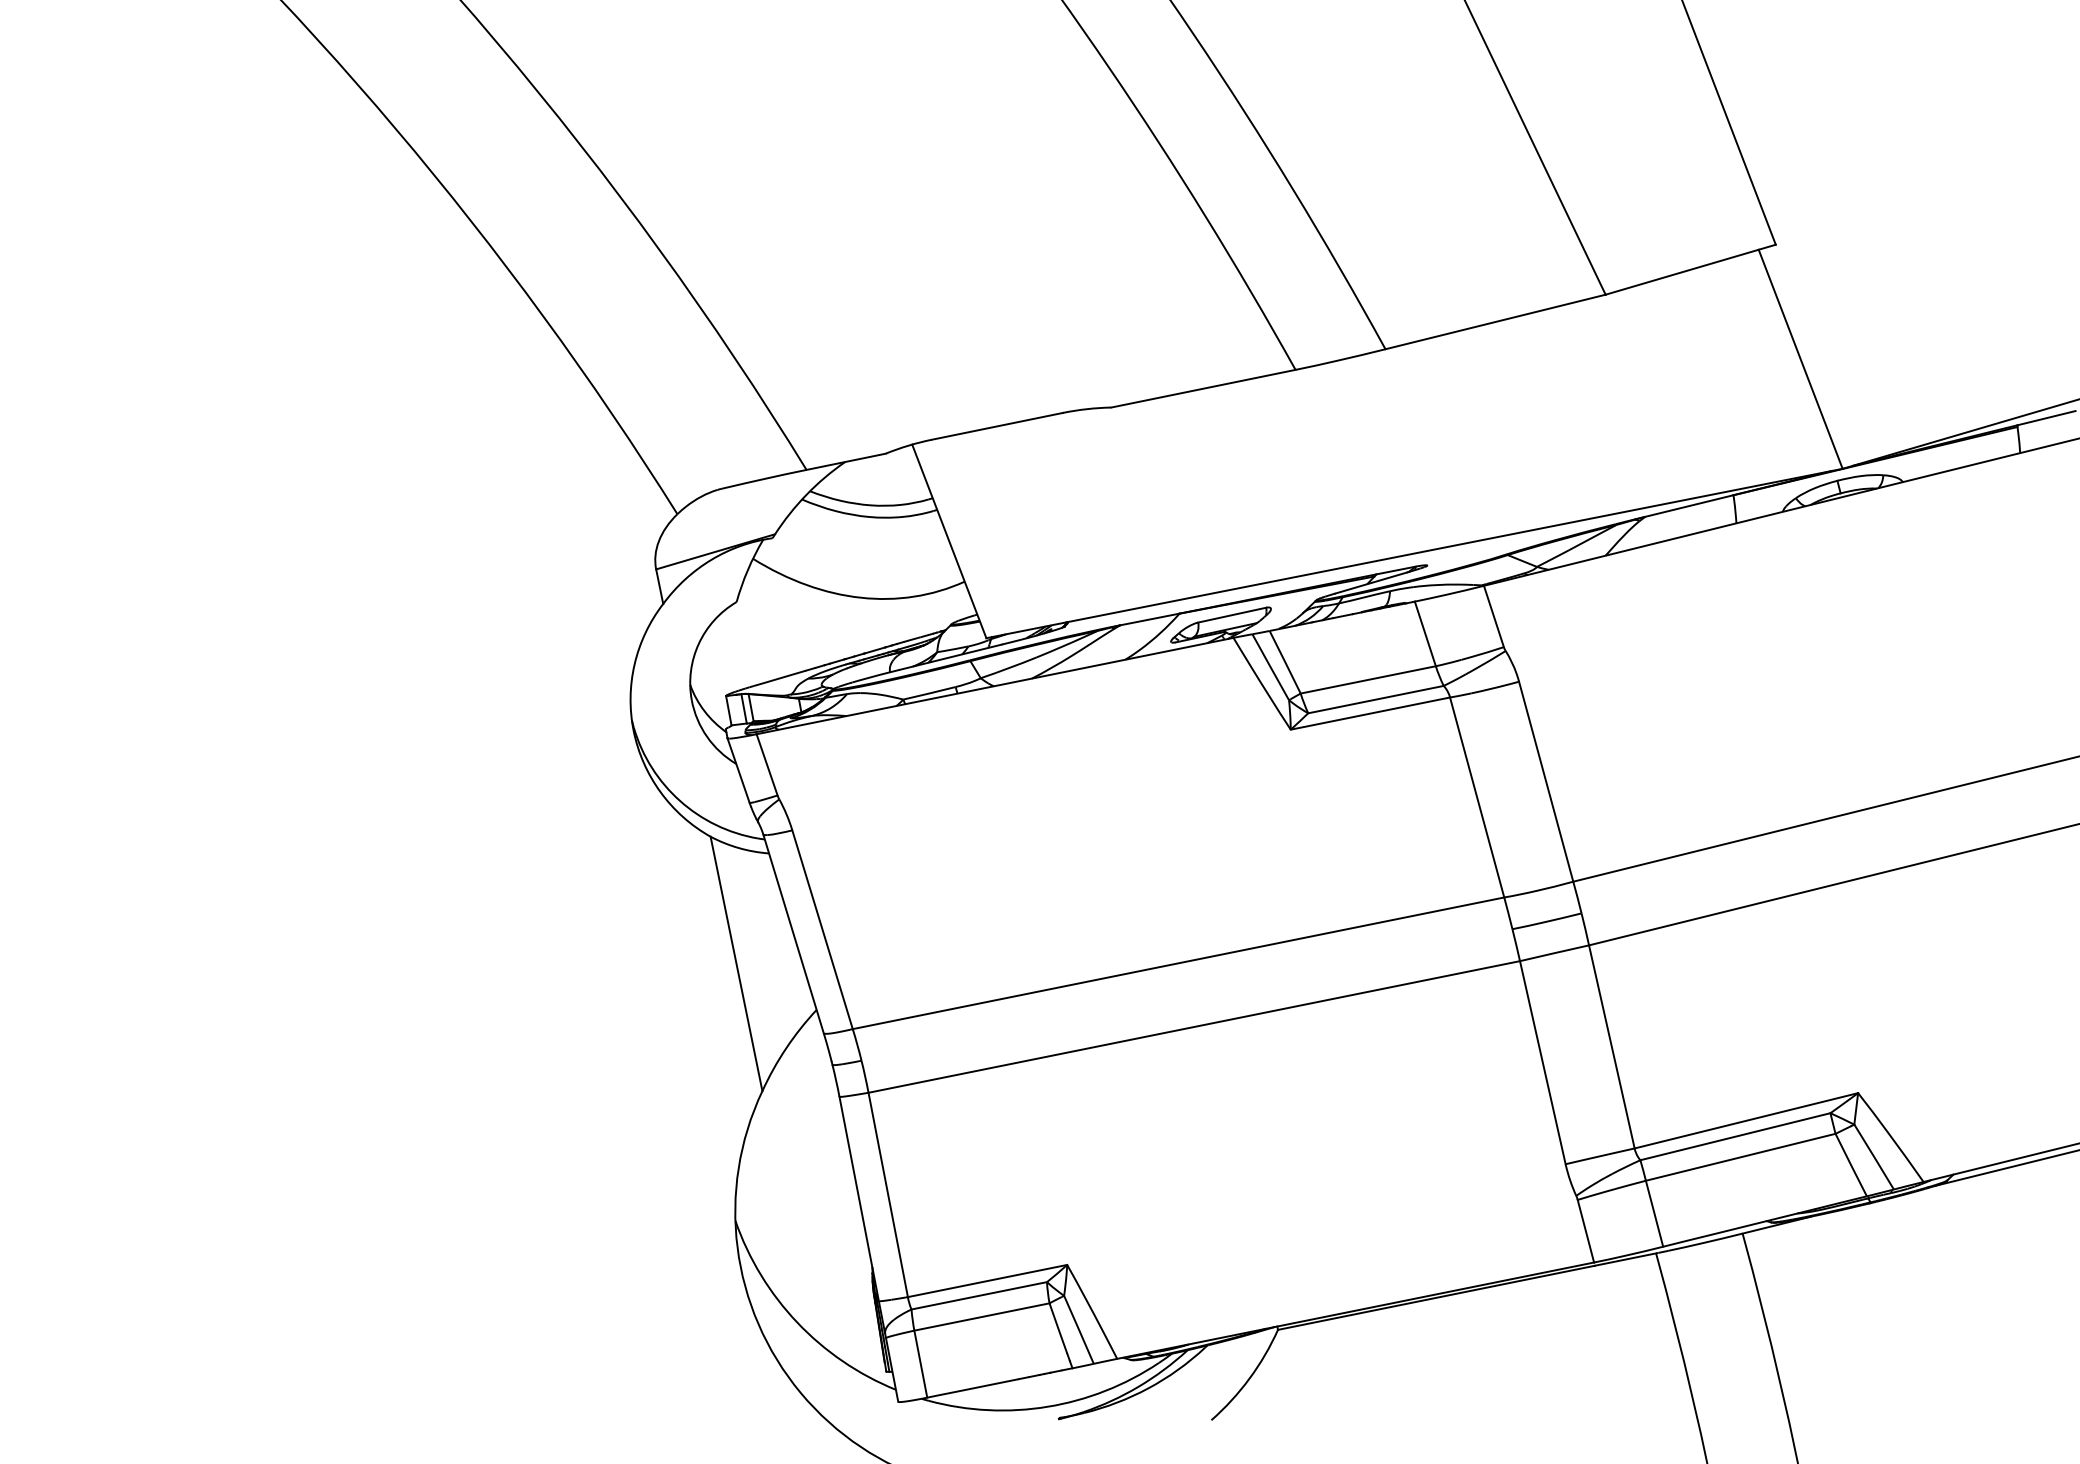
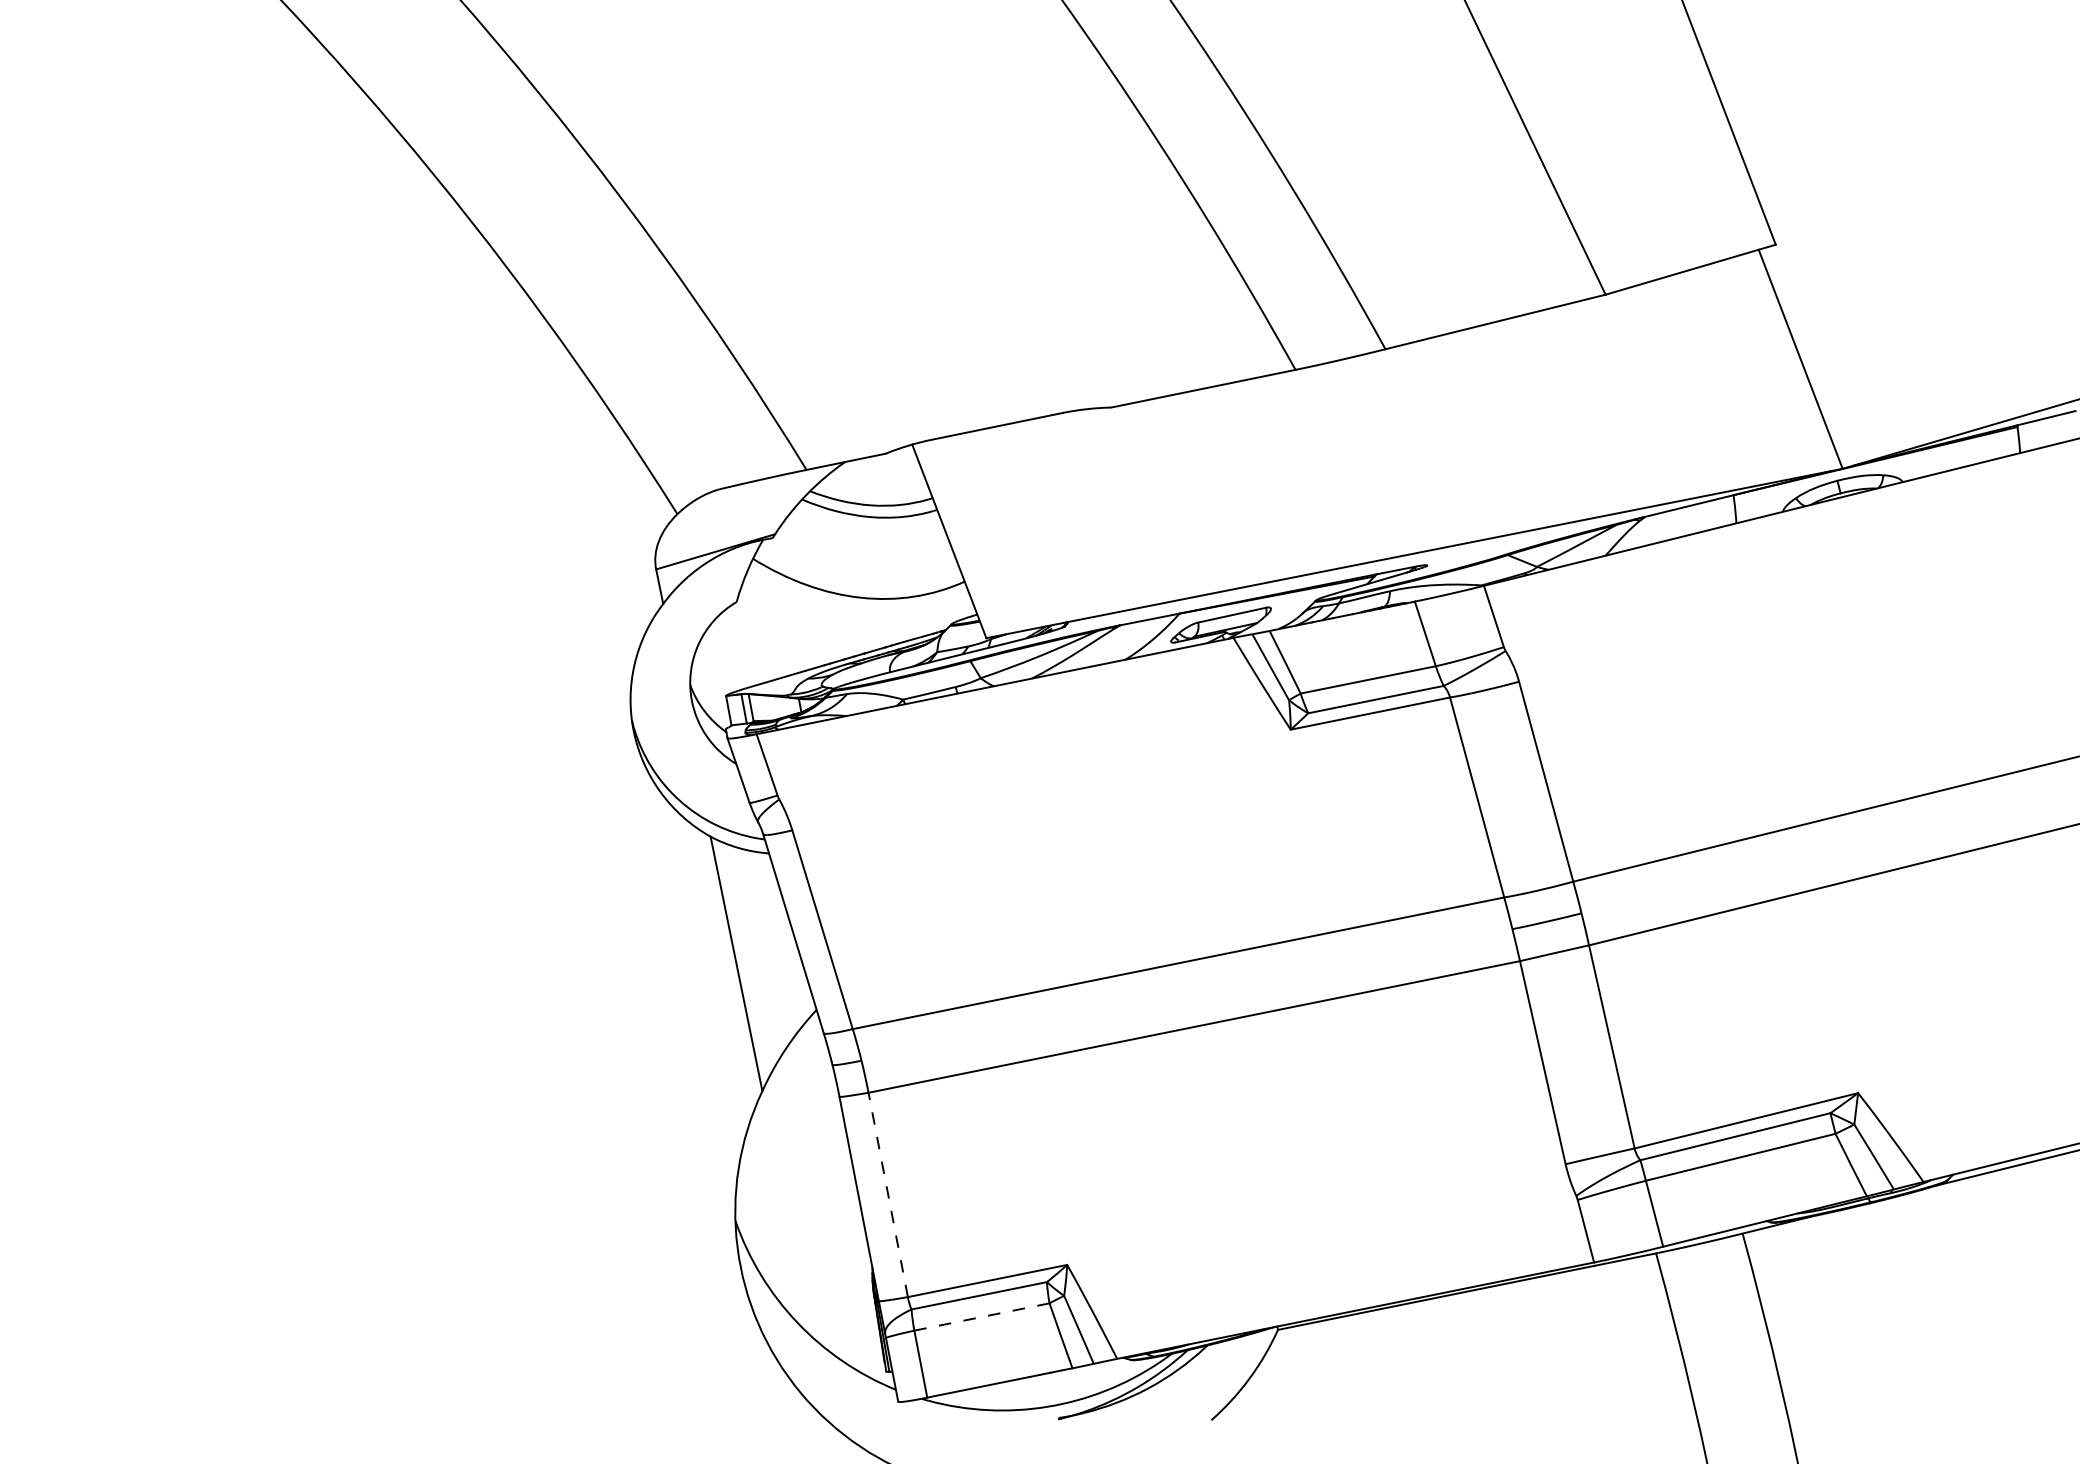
line at (888, 1194): solid -> dashed
line at (981, 1317): solid -> dashed
